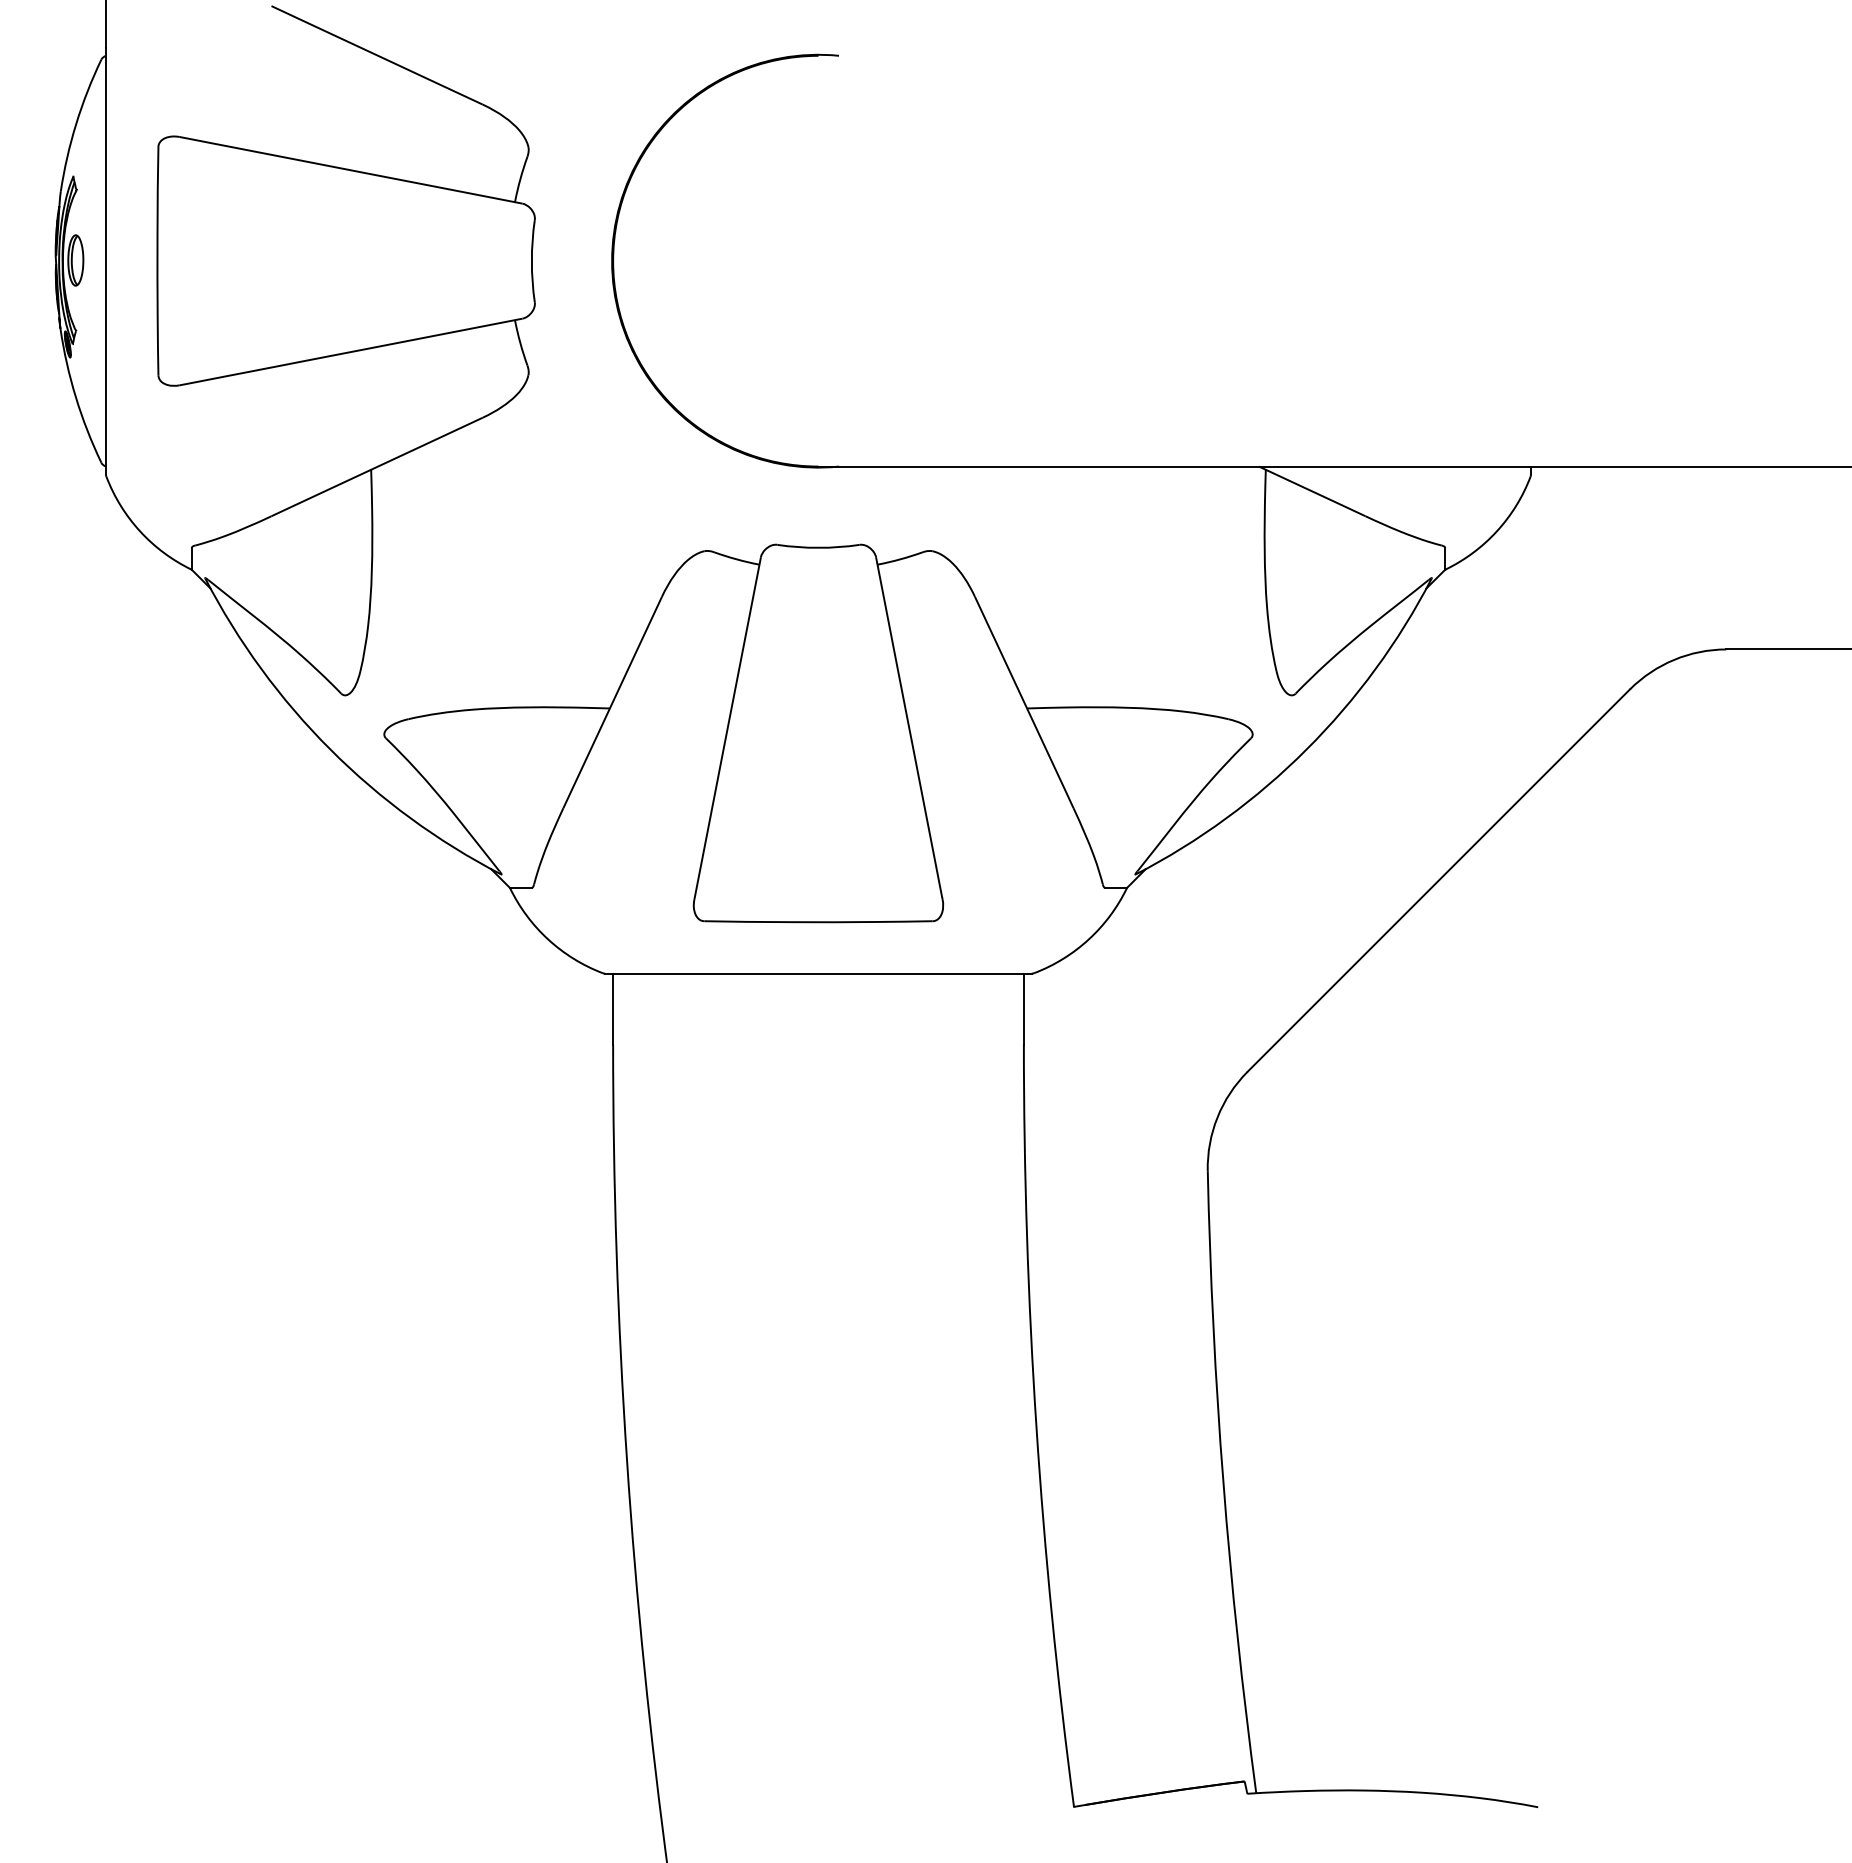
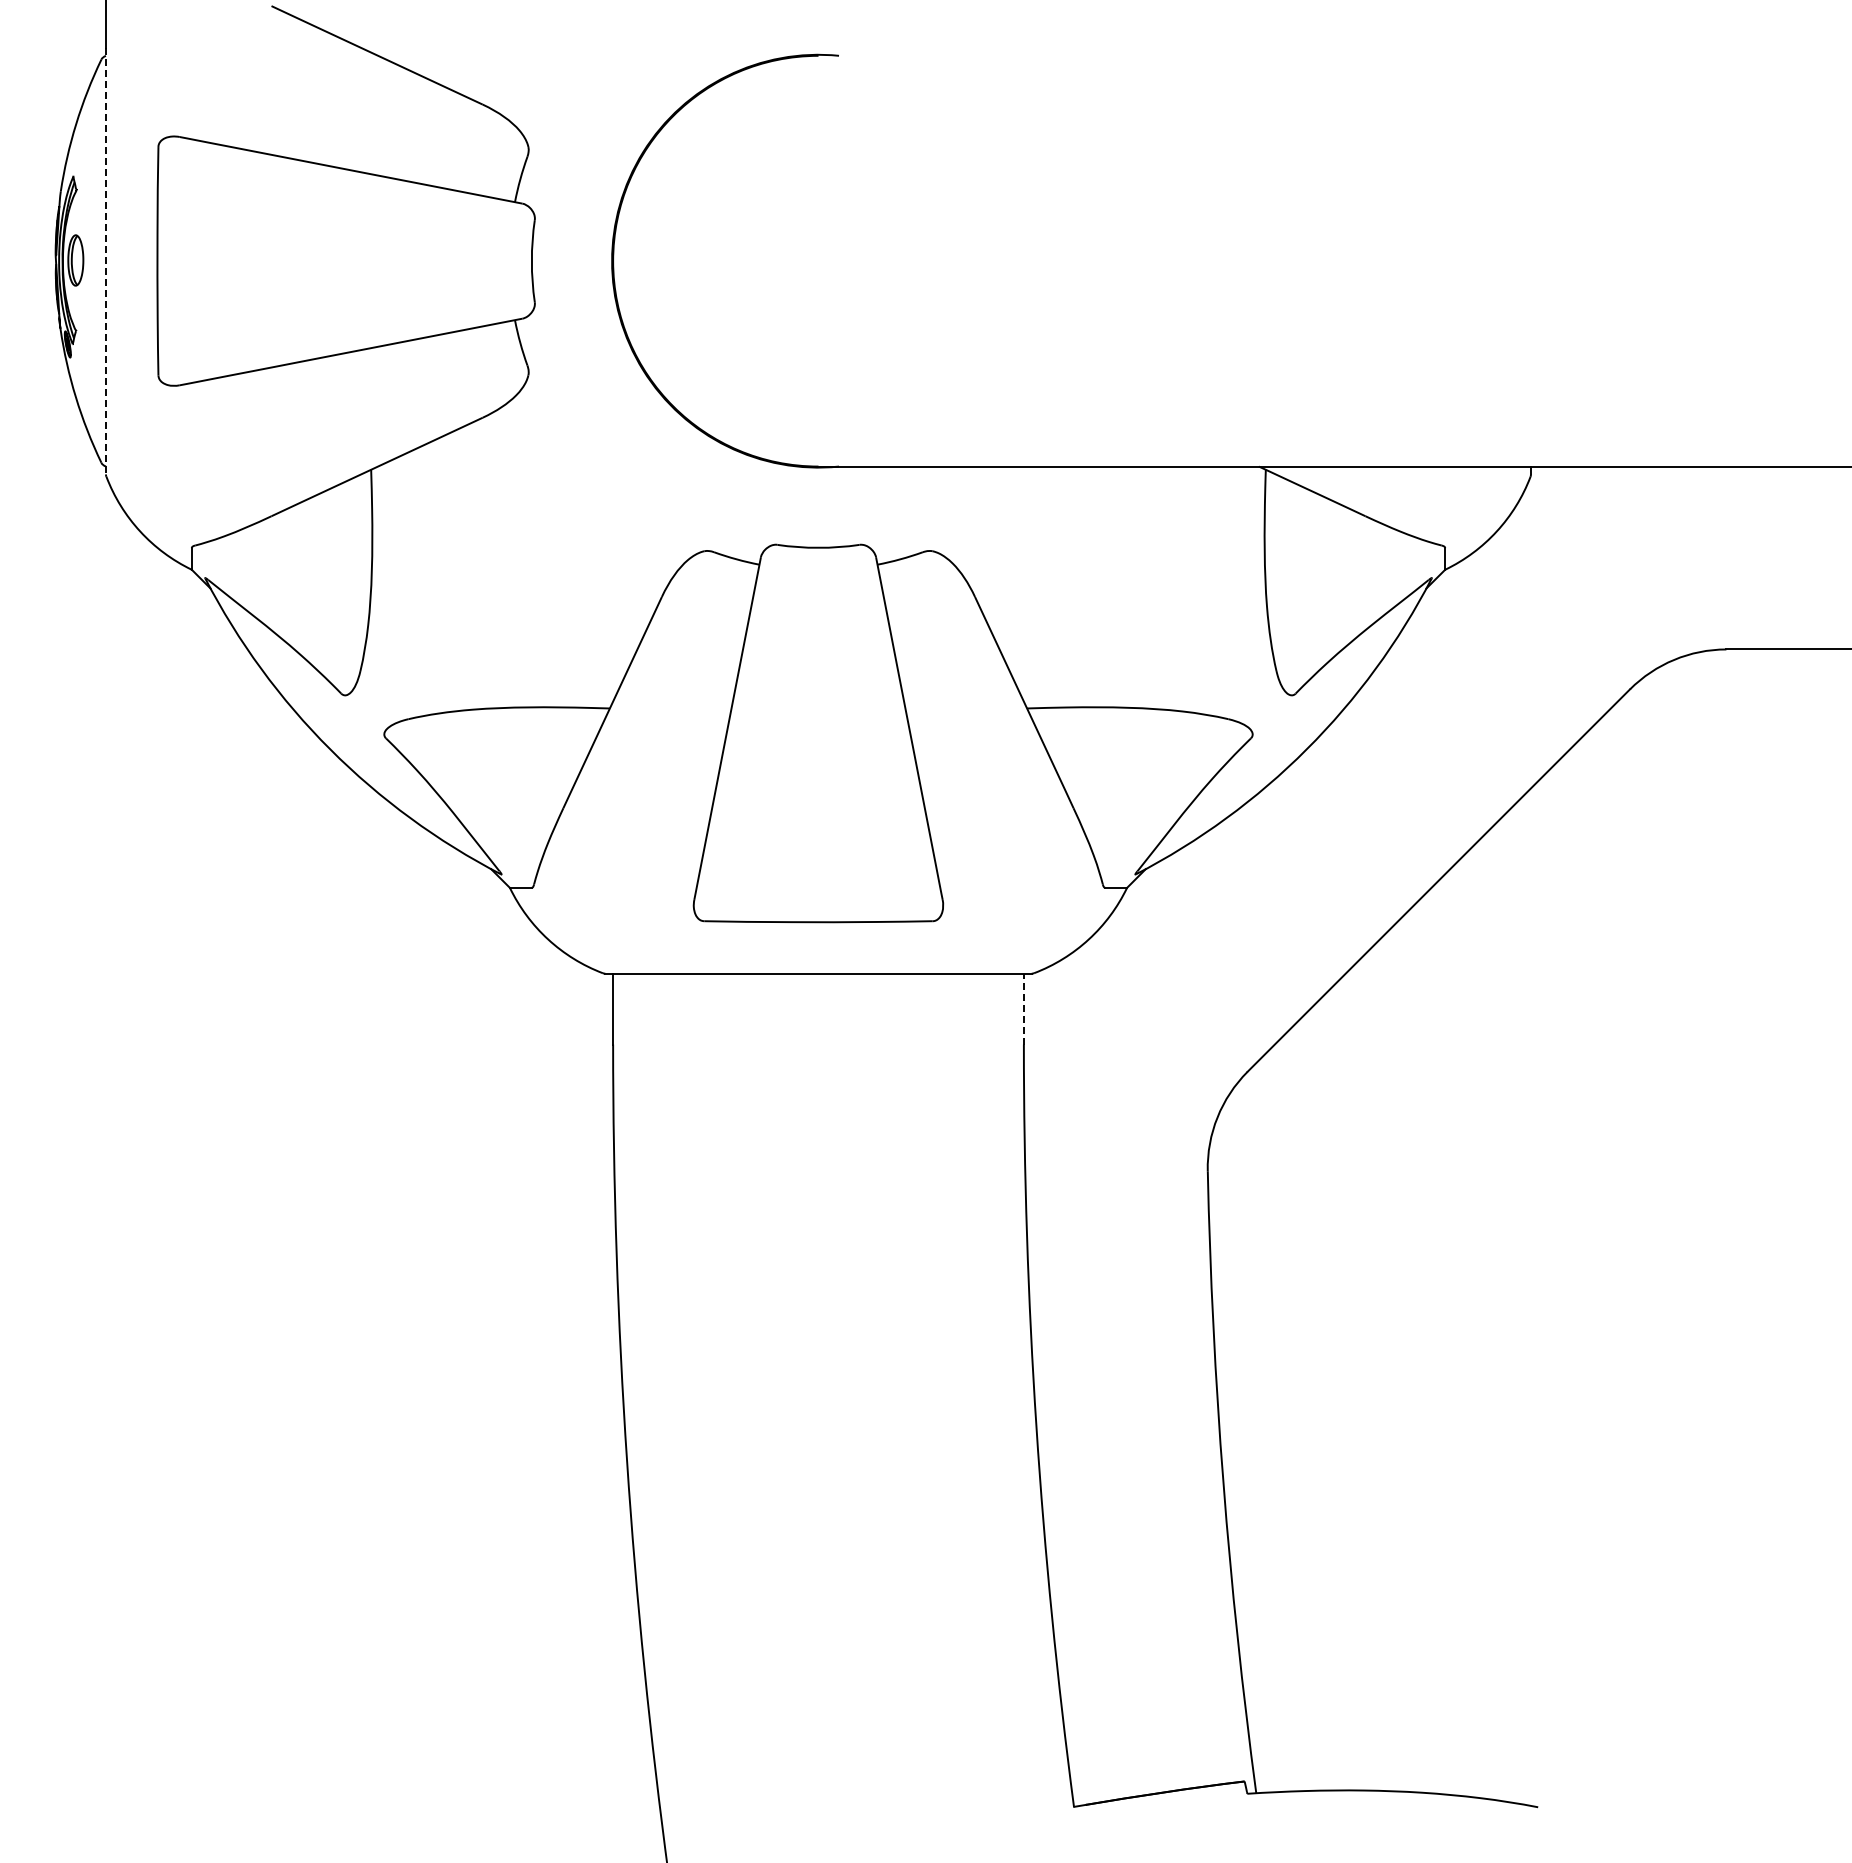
line at (105, 261): solid -> dashed
line at (1023, 1008): solid -> dashed
